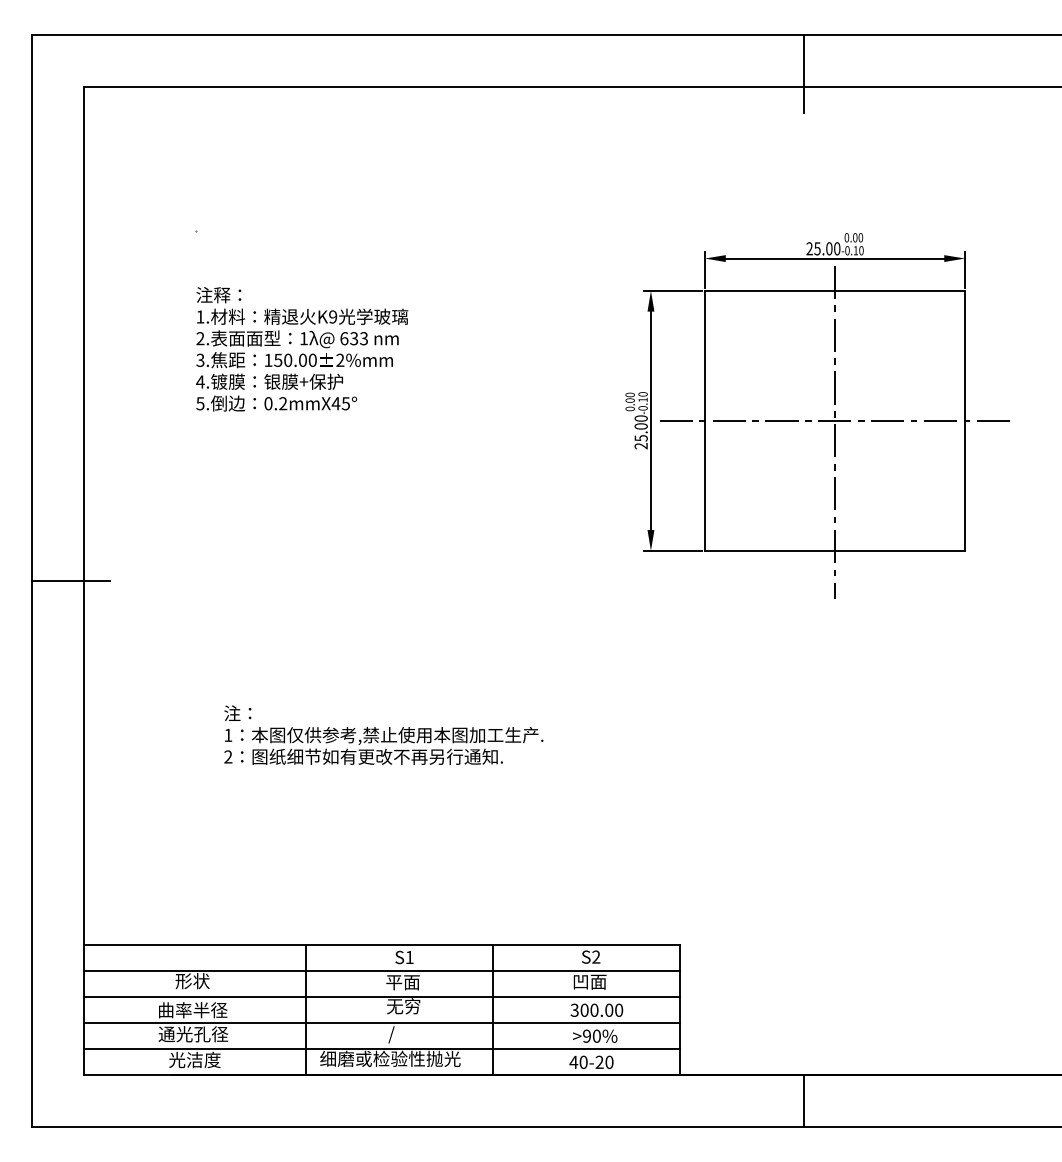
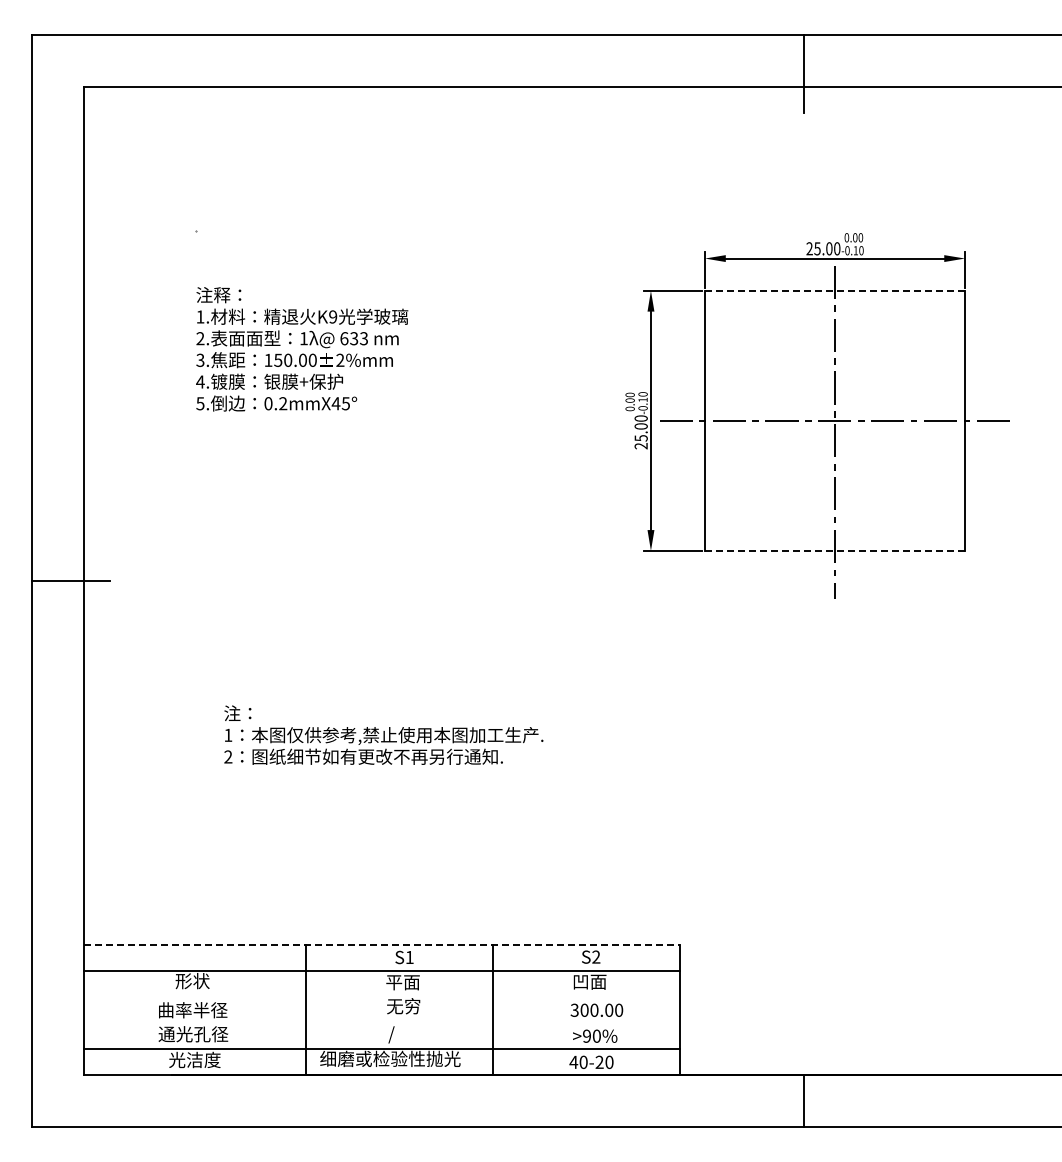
line at (835, 290): solid -> dashed
line at (835, 550): solid -> dashed
line at (382, 945): solid -> dashed
line at (381, 997): present -> none
line at (381, 1023): present -> none
